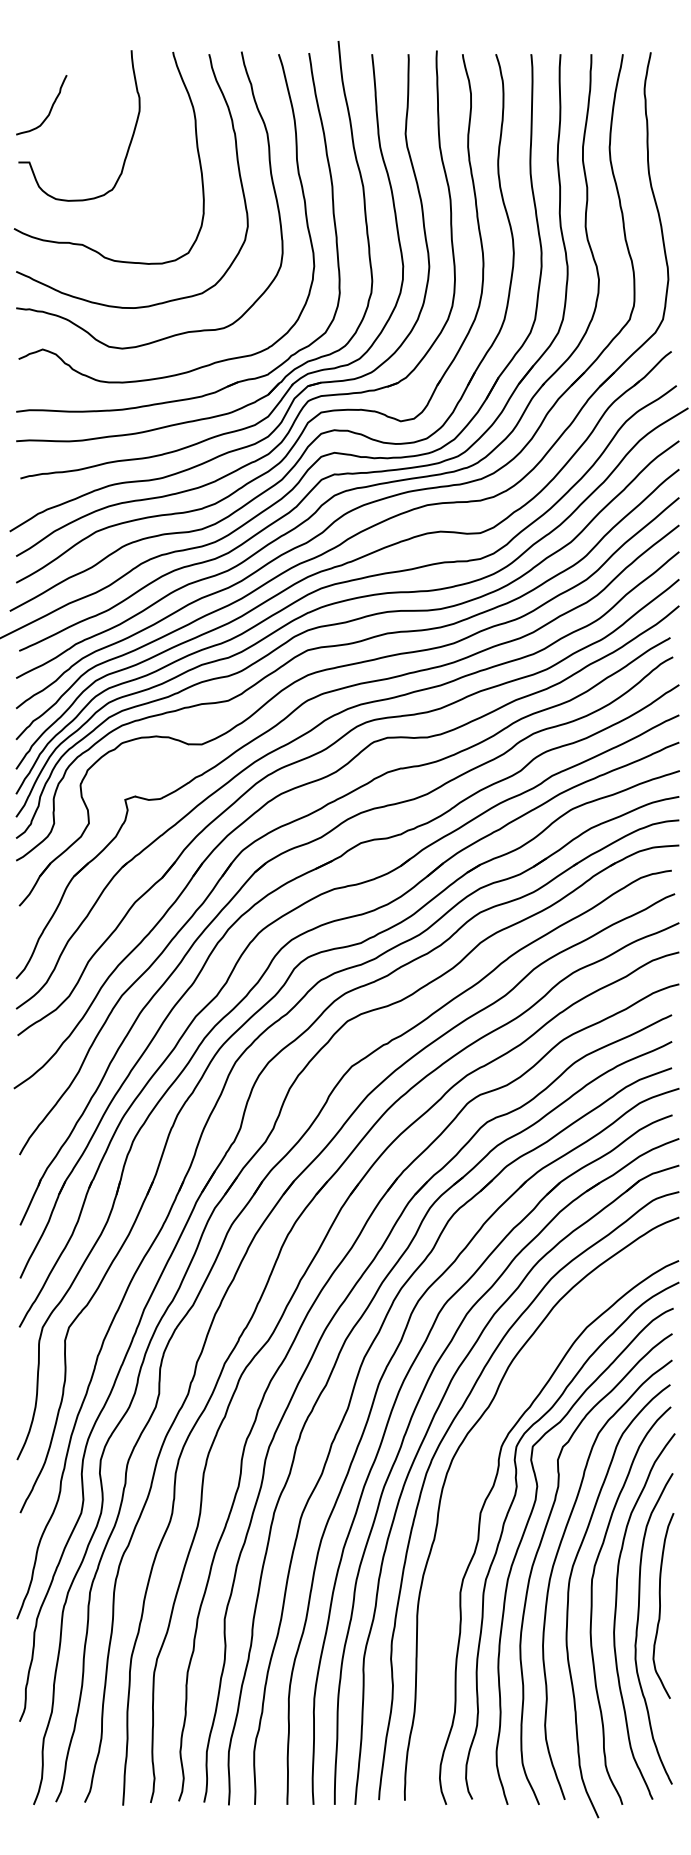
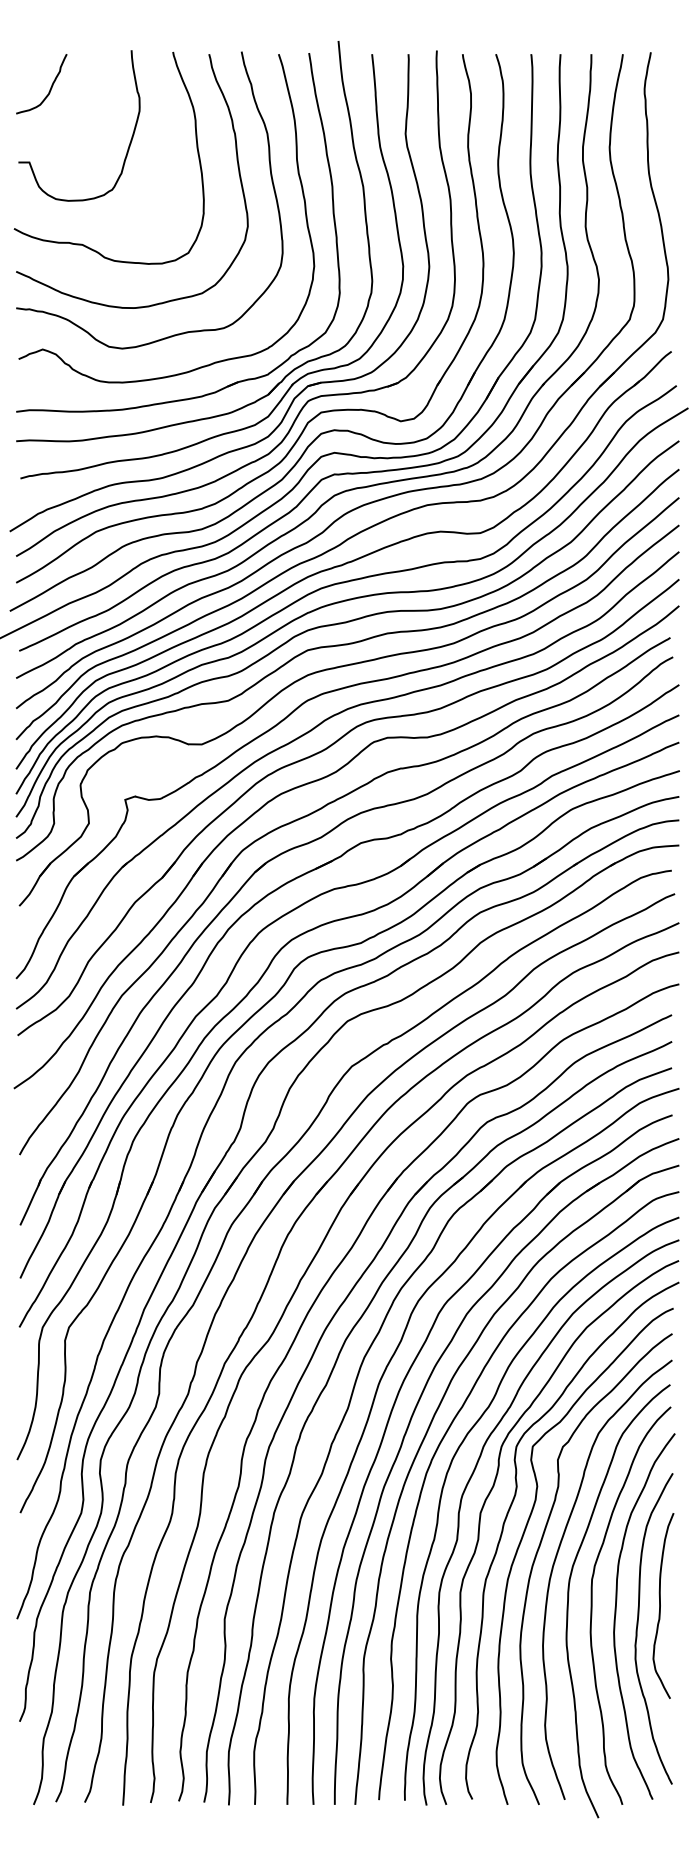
curve at (49, 110) position: (49, 110) -> (49, 89)
curve at (469, 1482): none -> present
